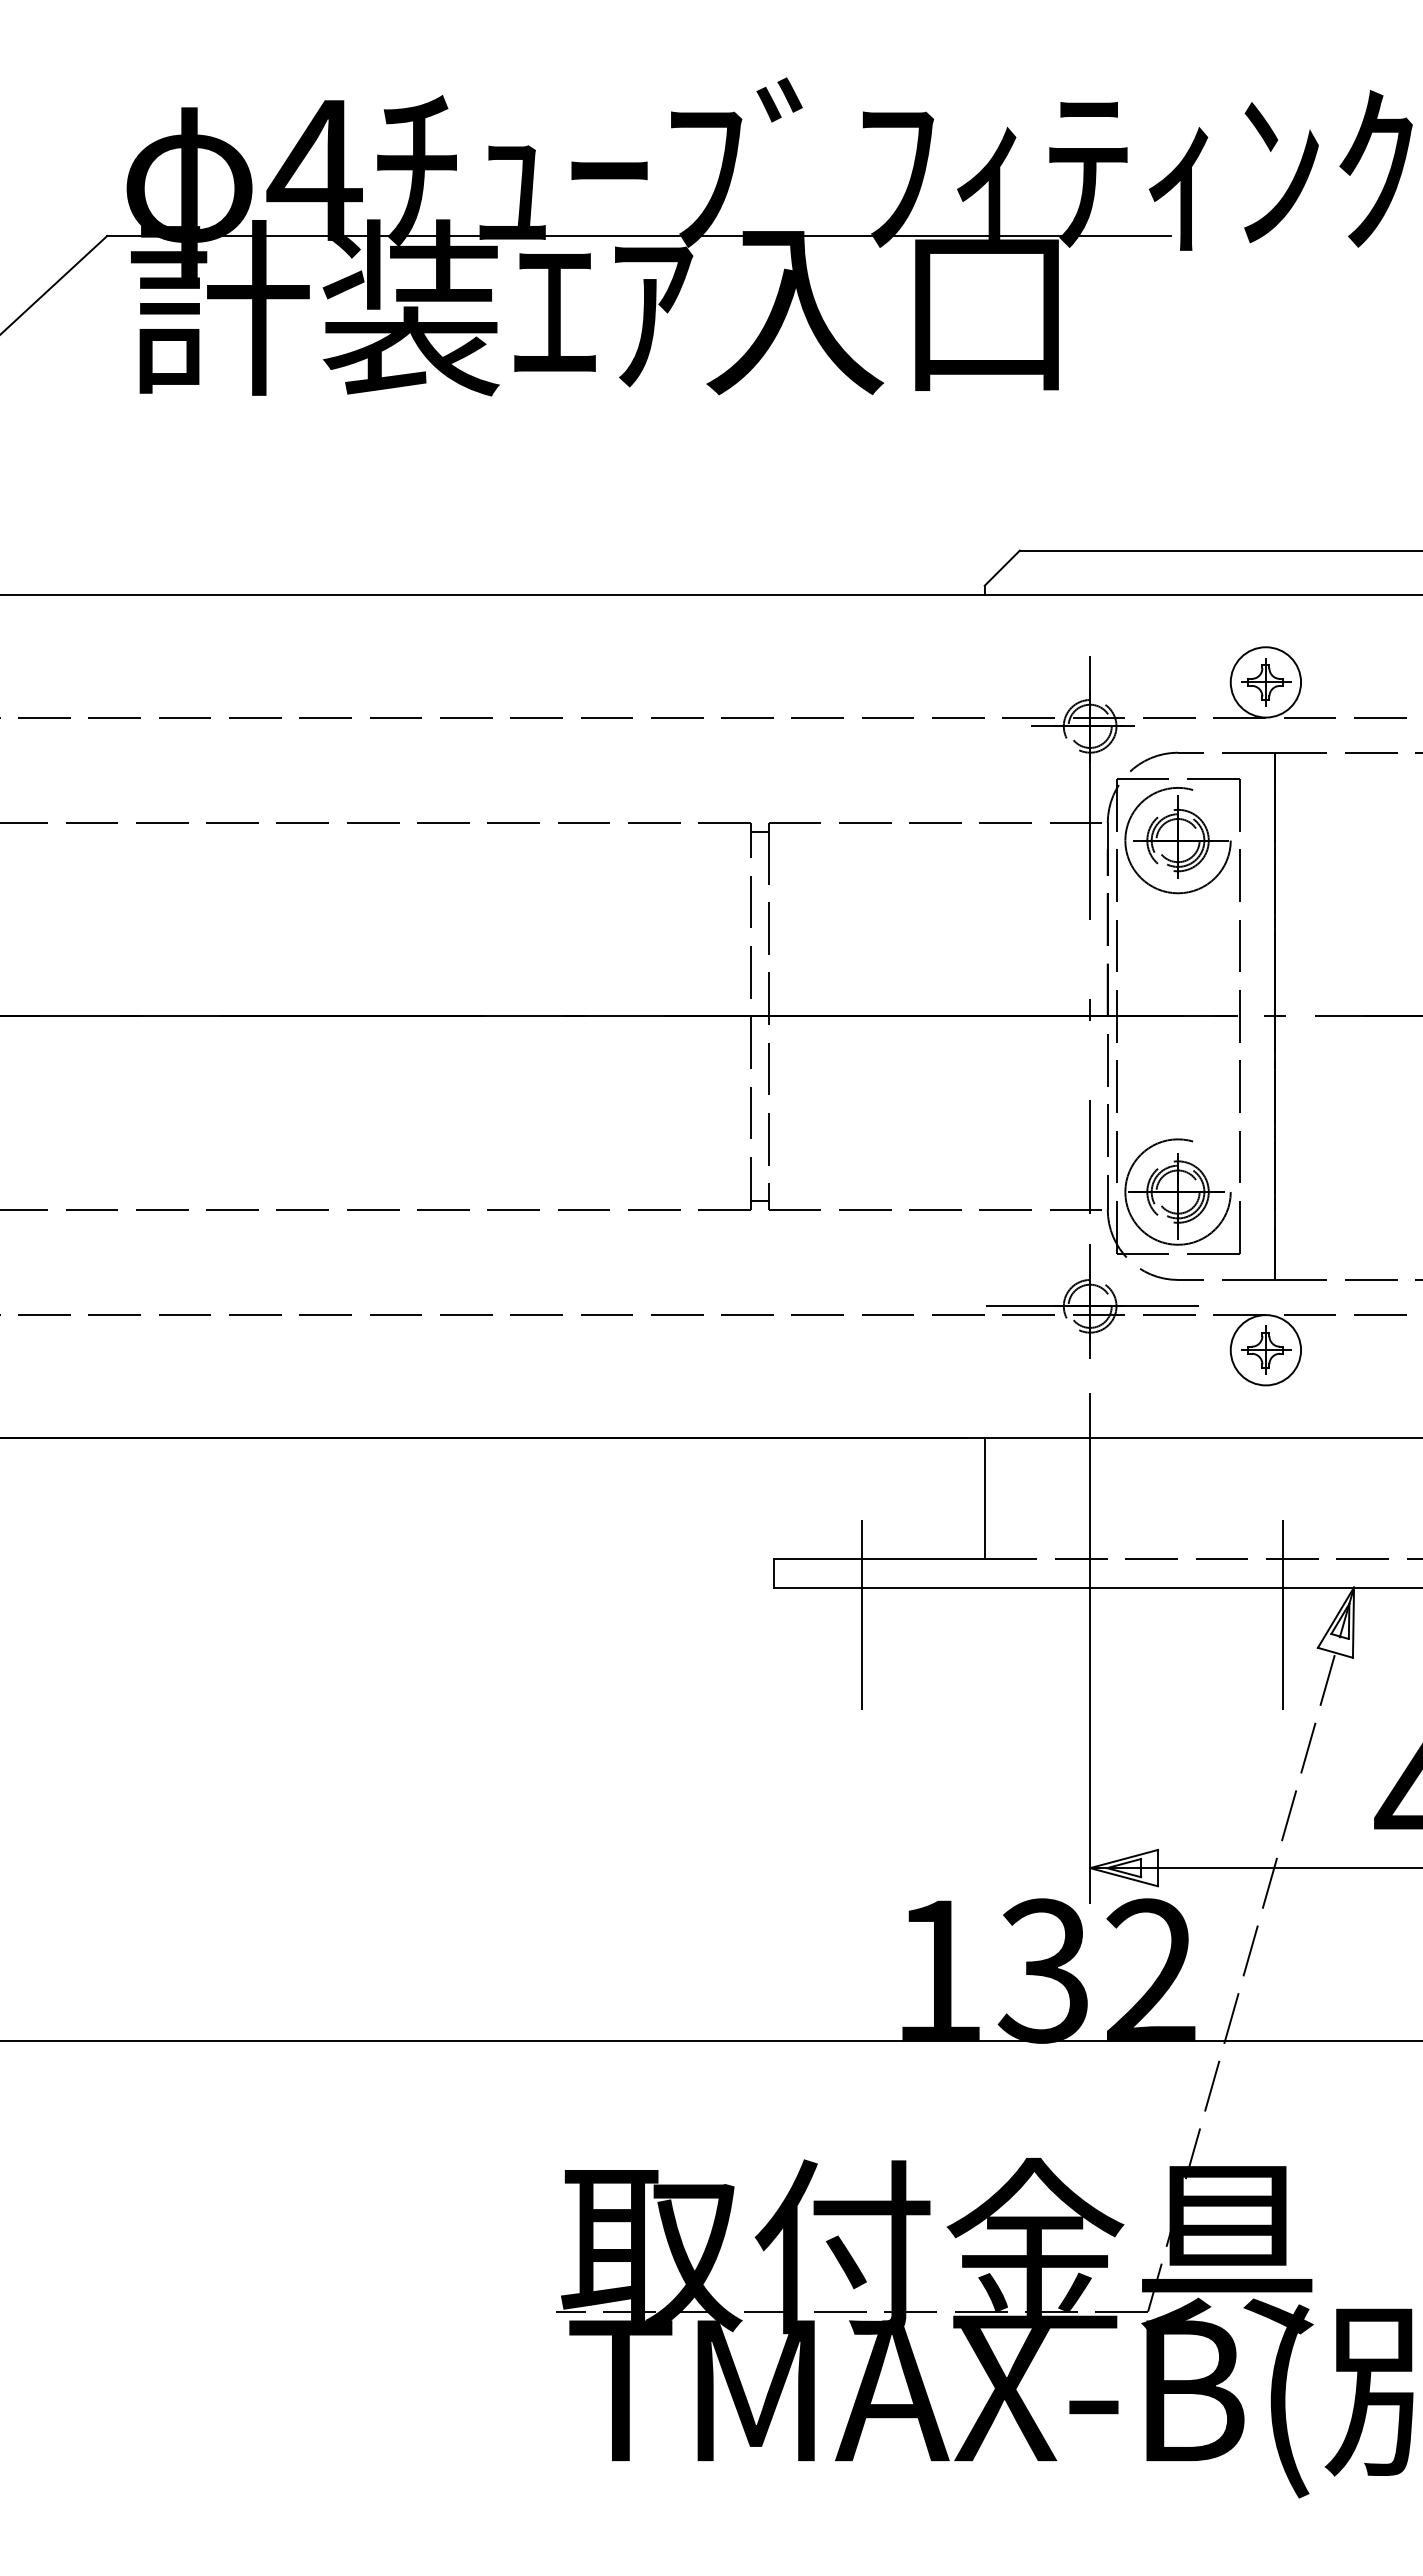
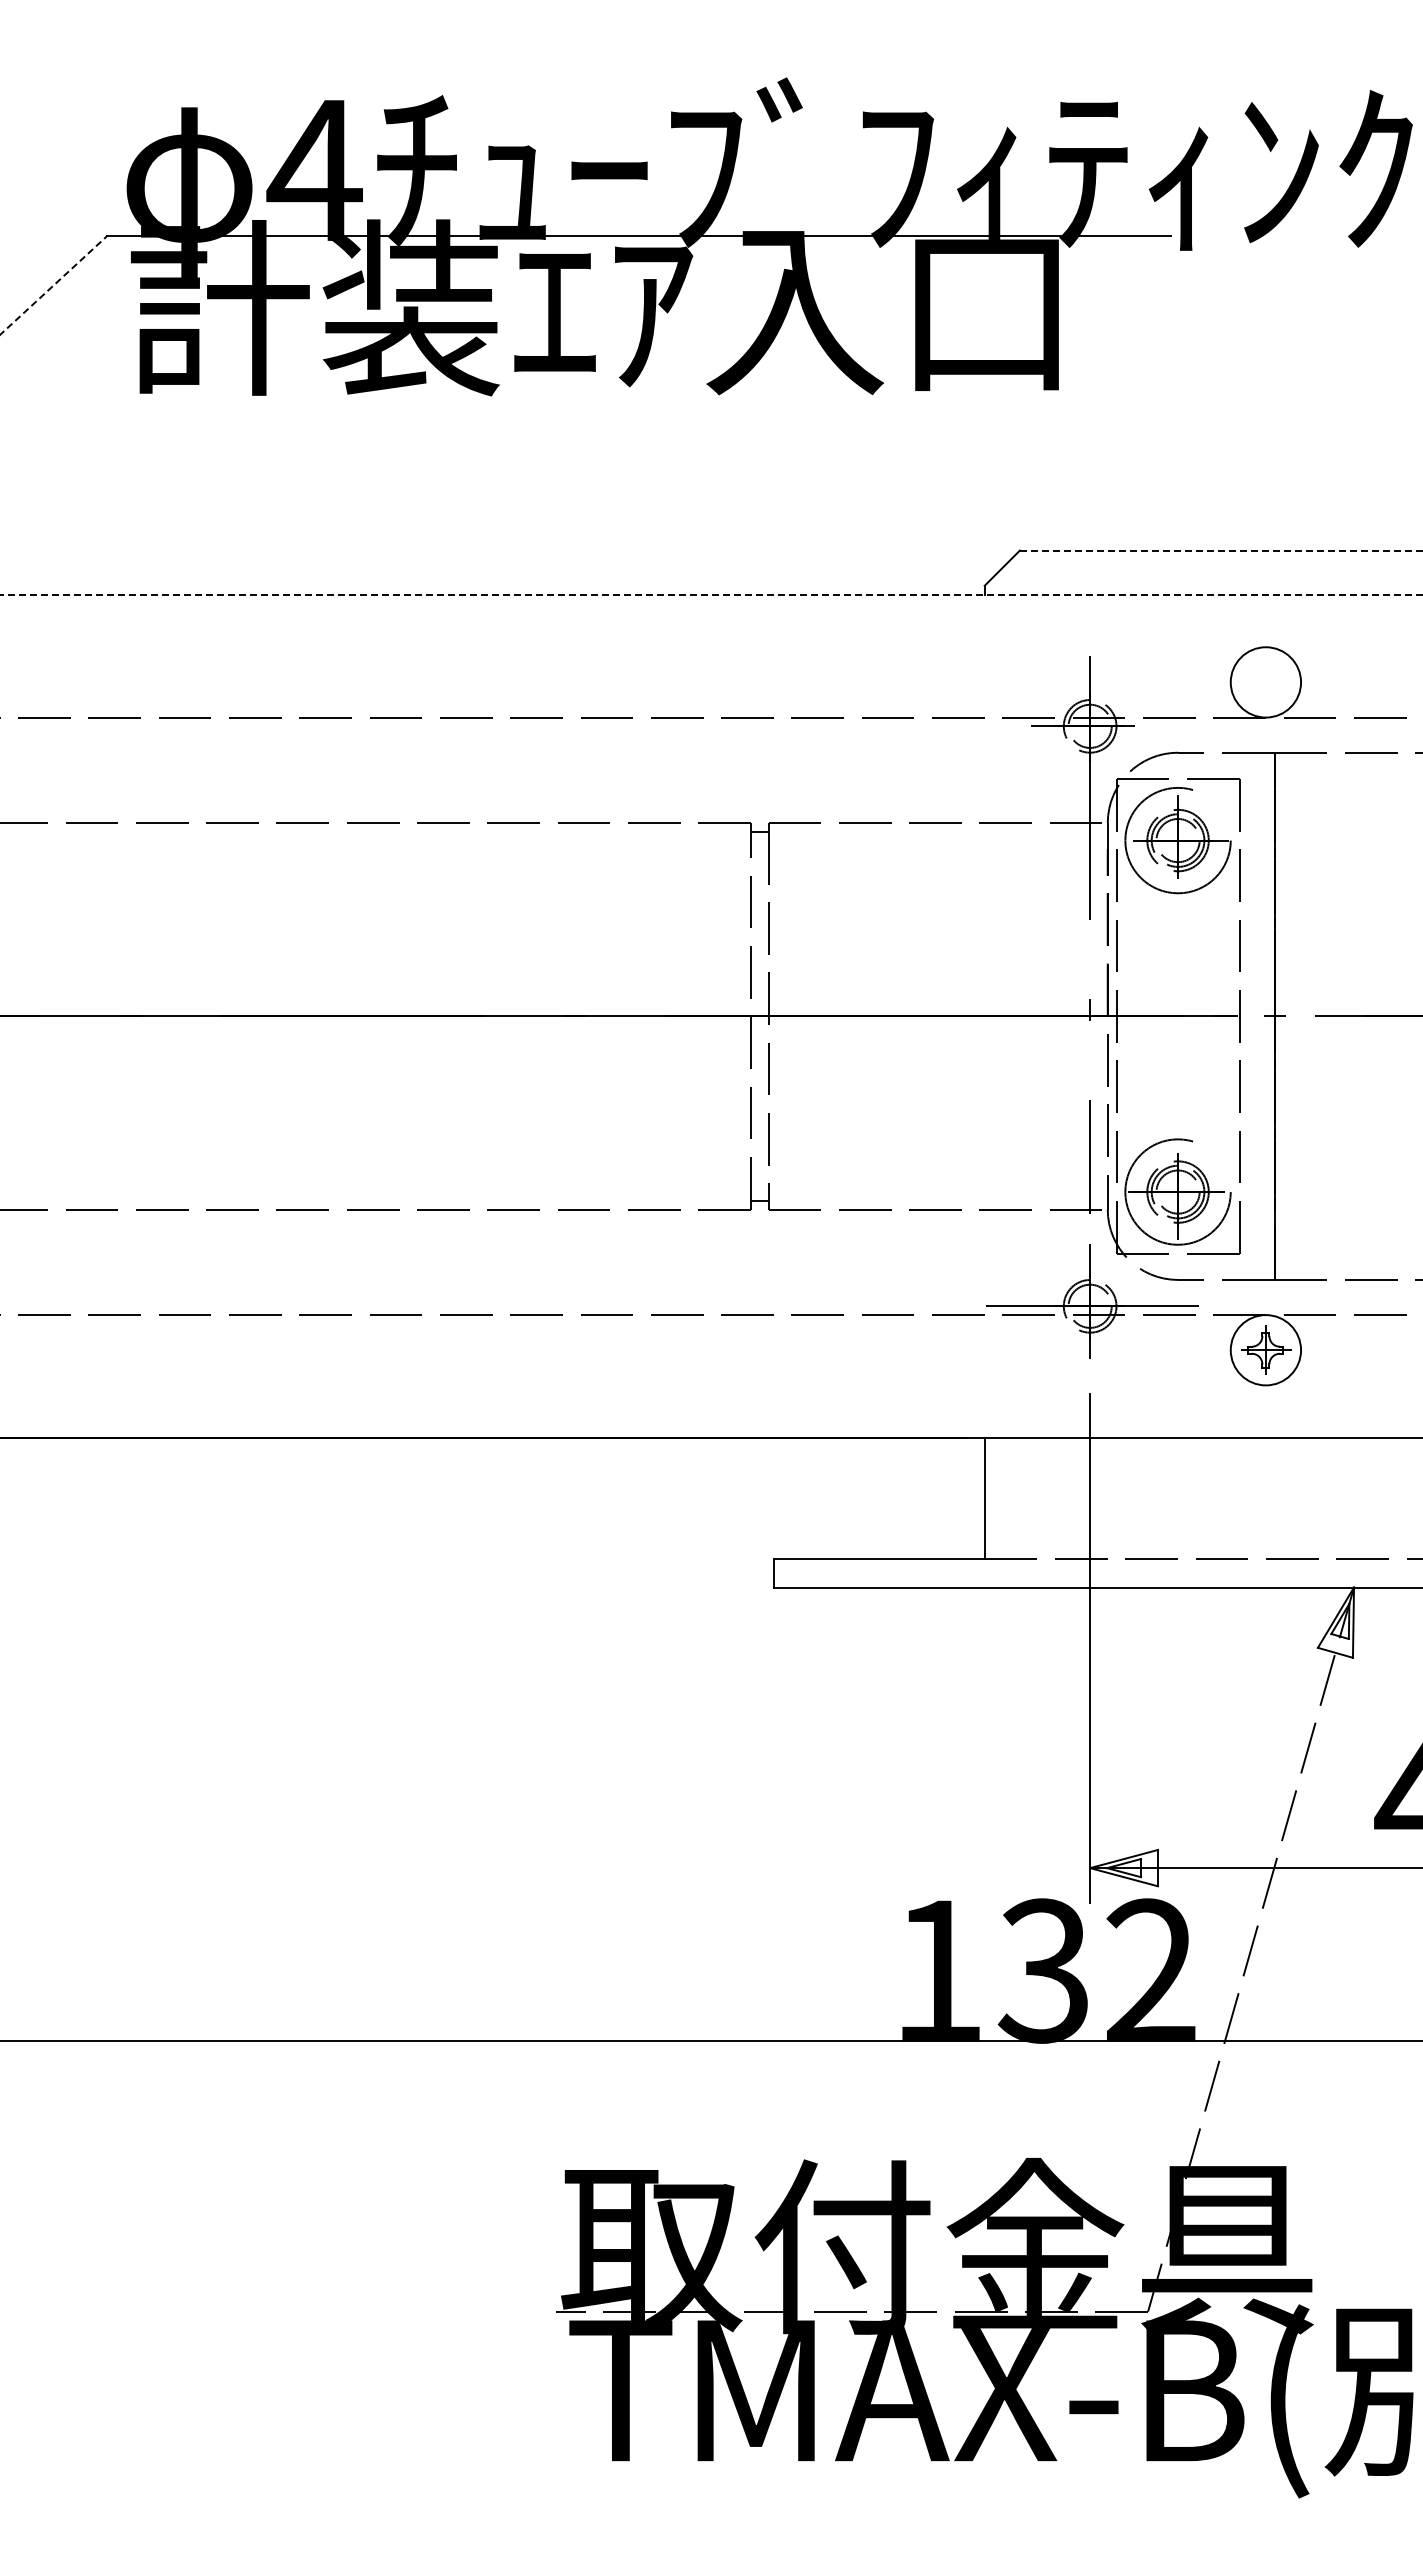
line at (53, 285): solid -> dashed
line at (1221, 550): solid -> dashed
line at (711, 594): solid -> dashed
part at (1266, 682): present -> none
line at (861, 1614): present -> none
line at (1283, 1614): present -> none
